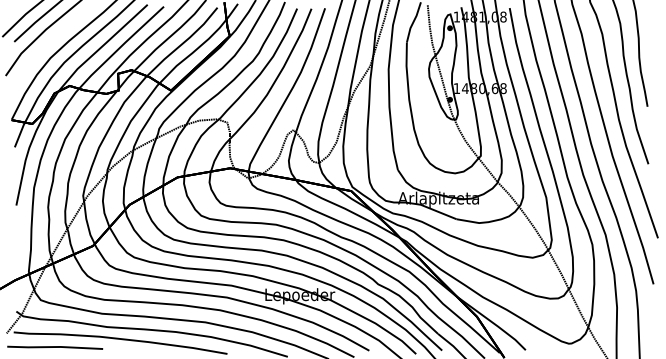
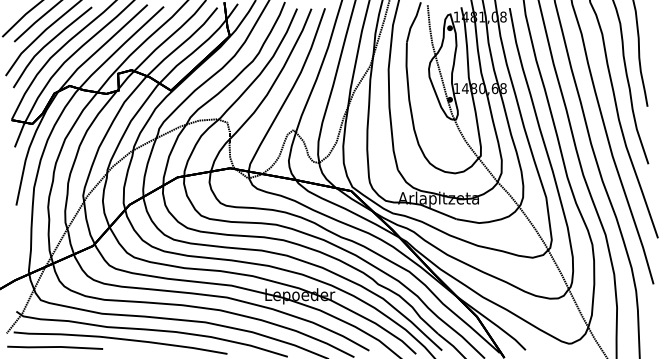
curve at (49, 43): none -> present
